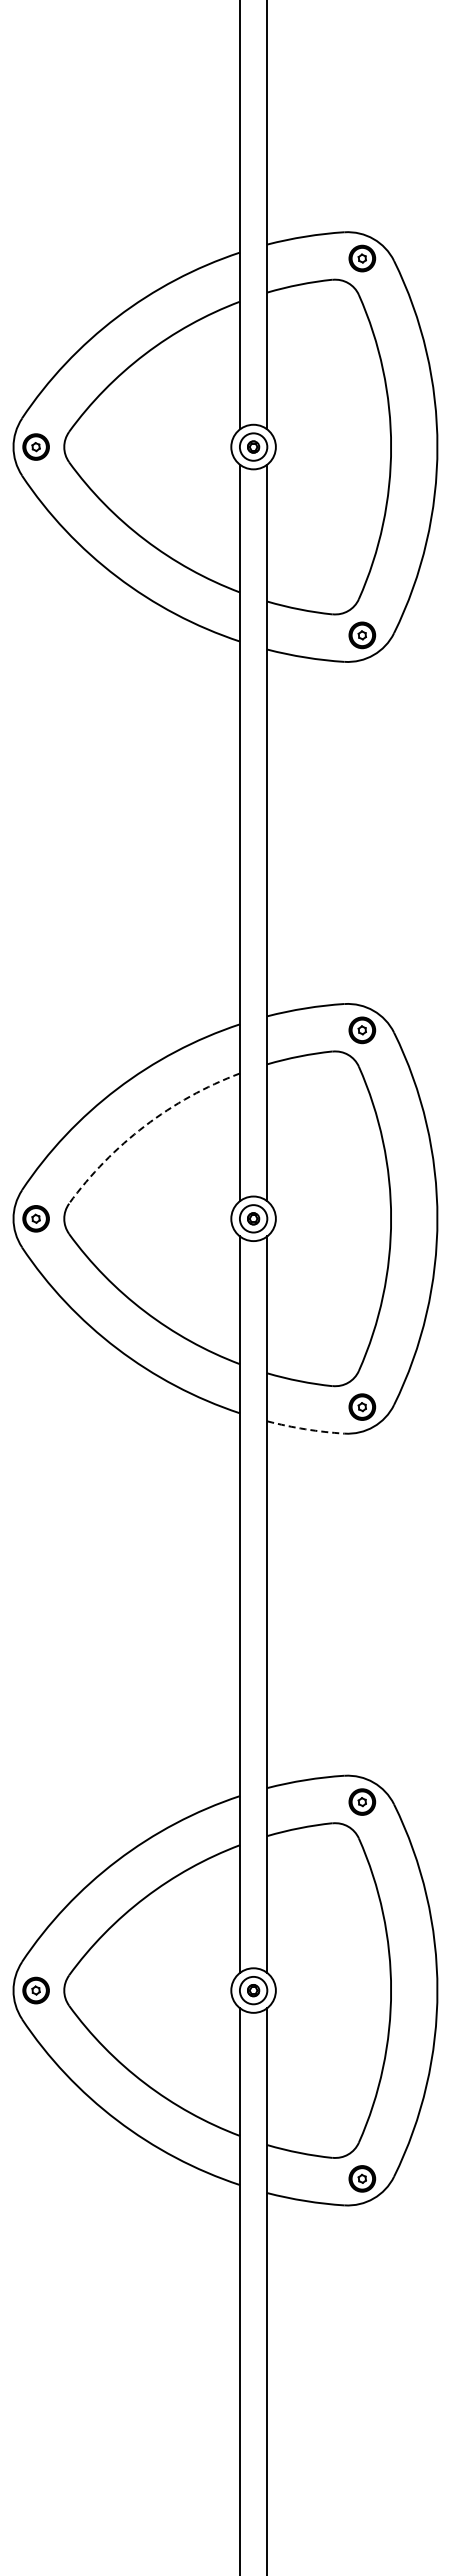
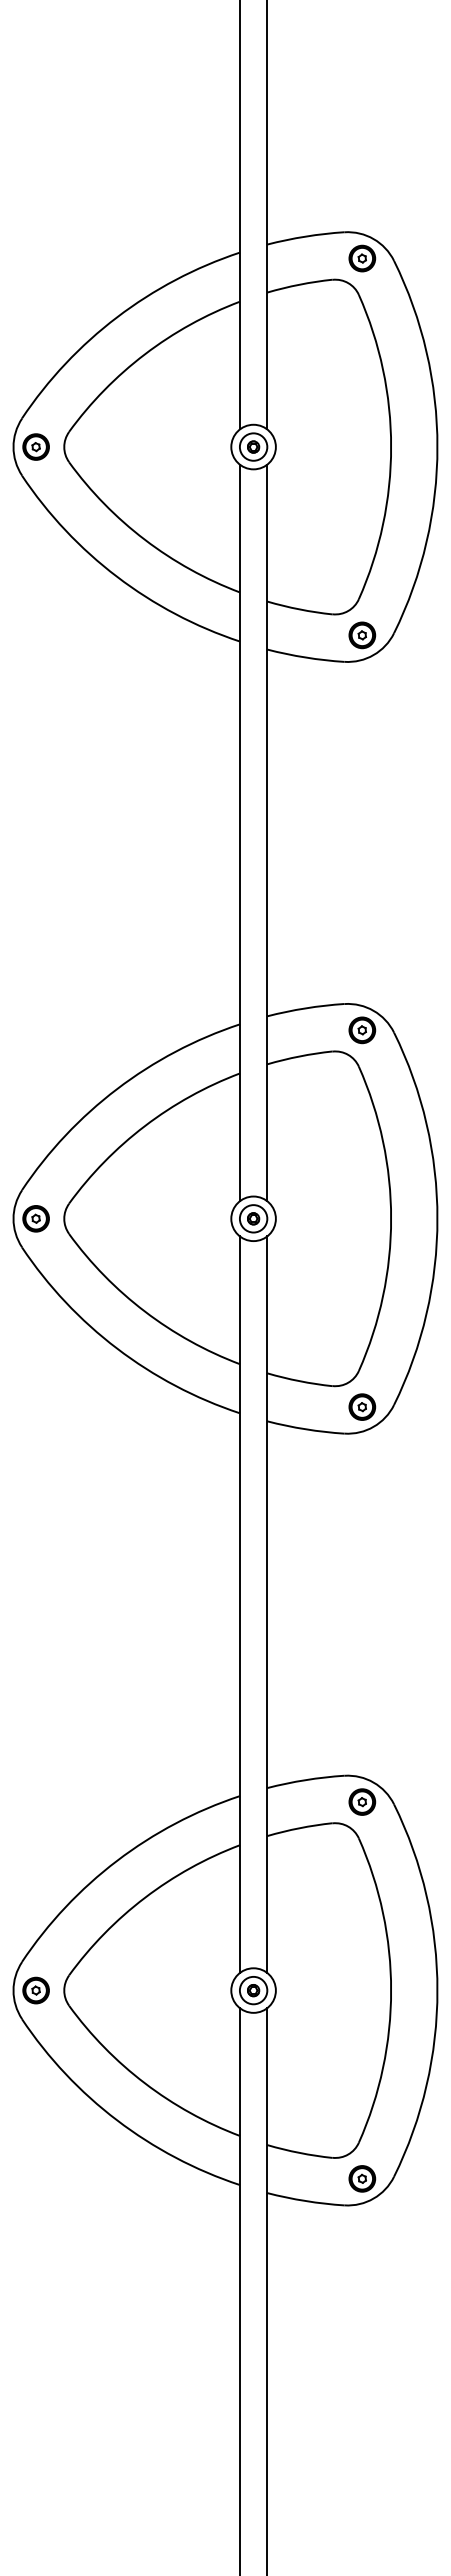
arc at (144, 1126): dashed -> solid
arc at (305, 1429): dashed -> solid
